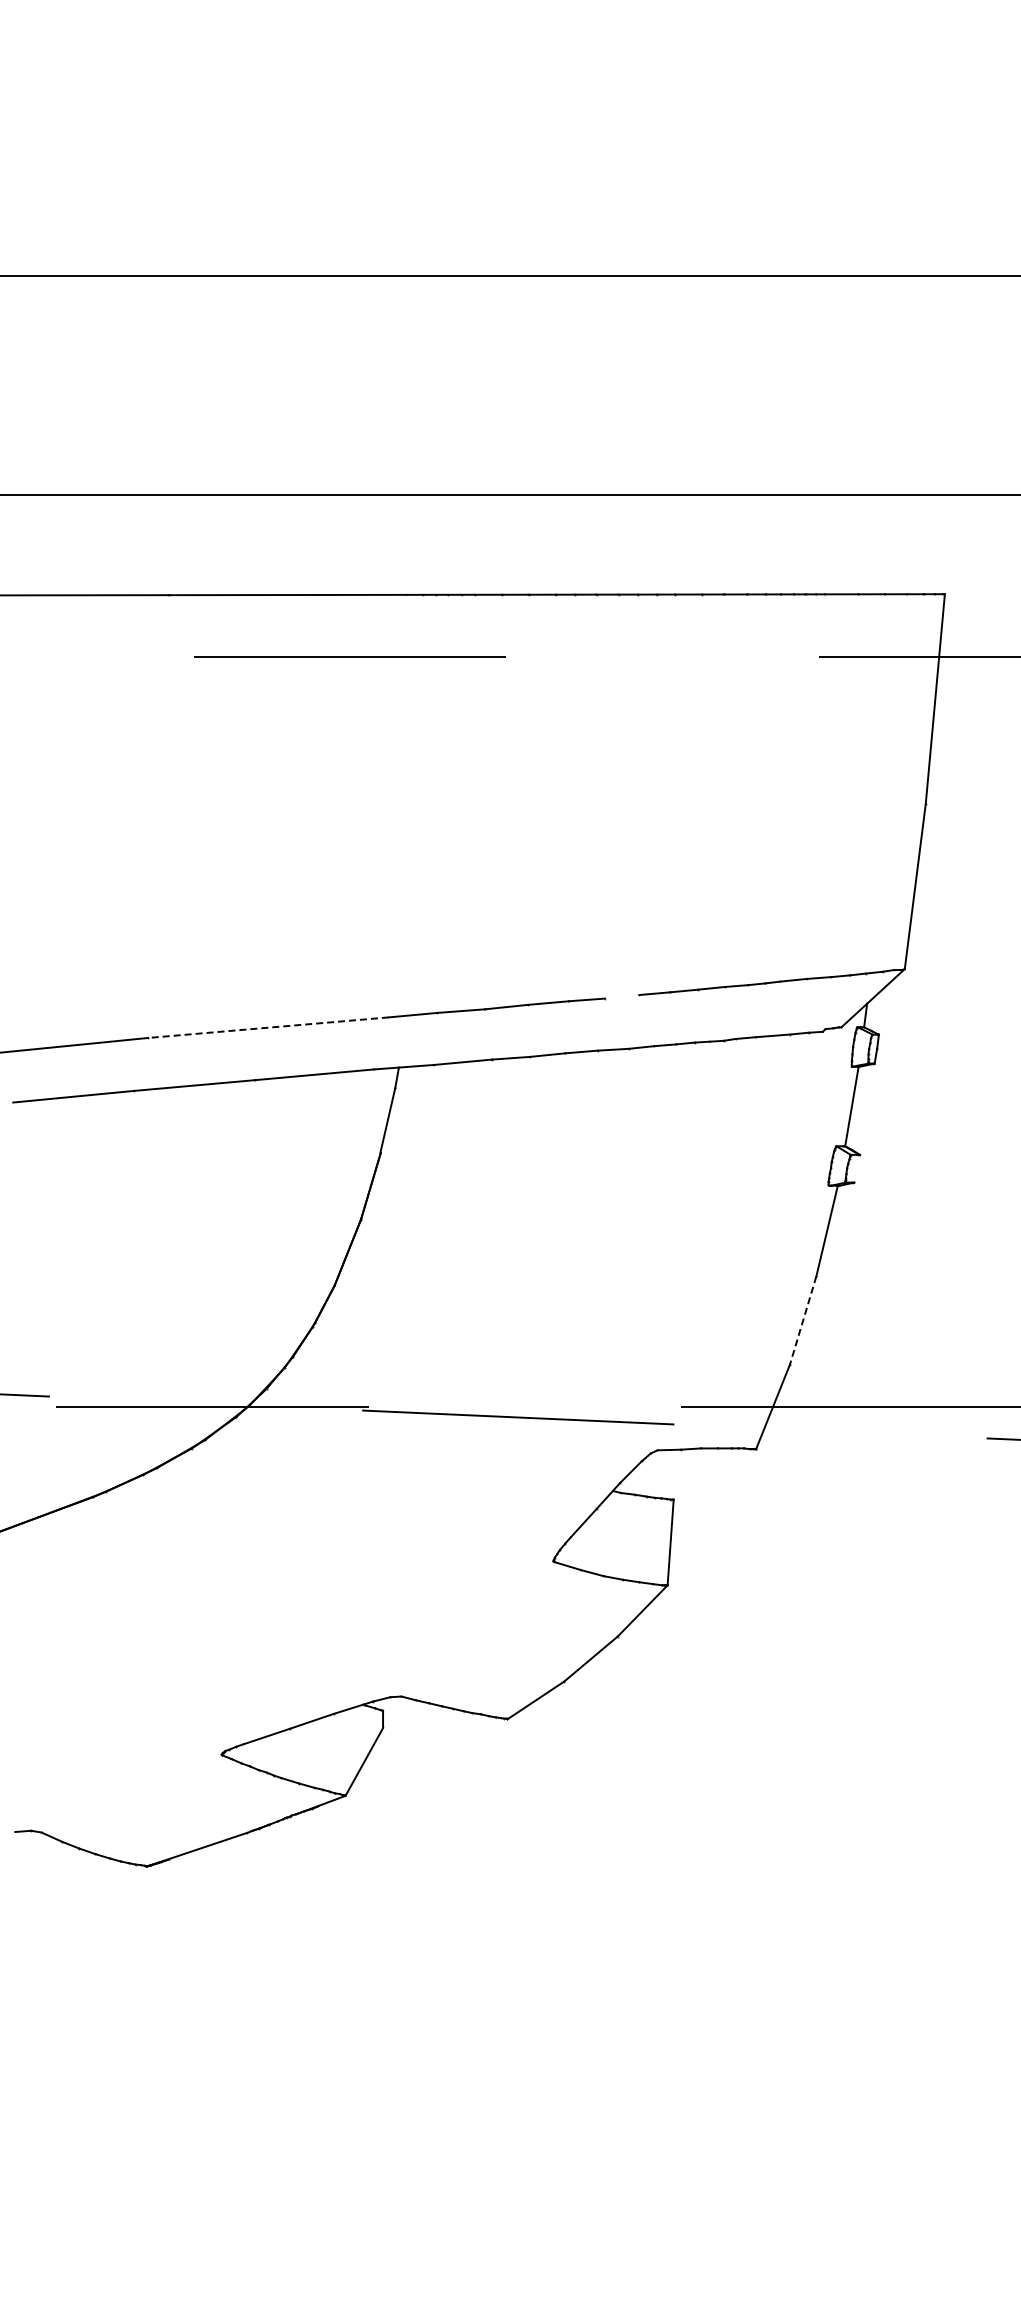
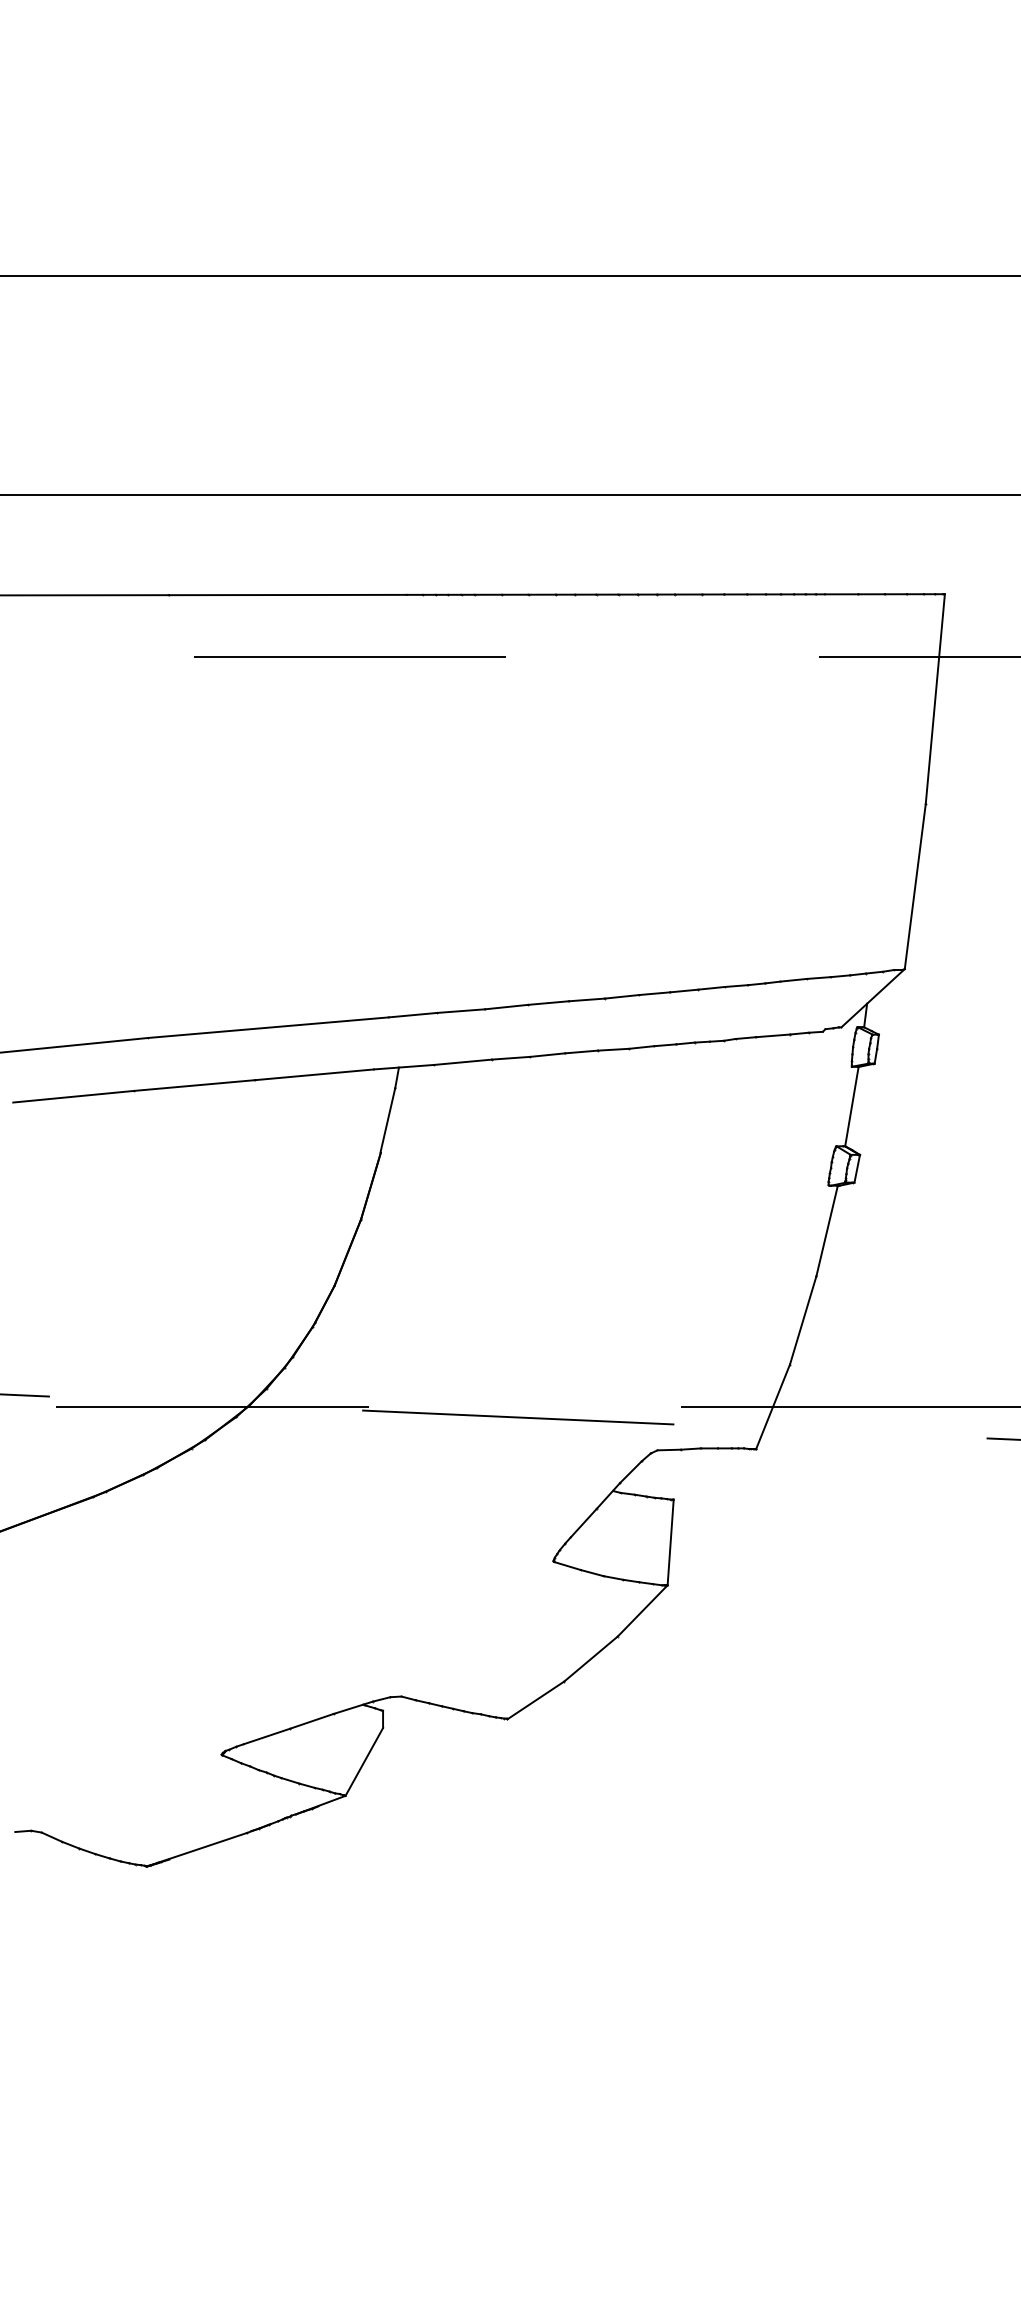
line at (621, 996): none -> present
line at (268, 1027): dashed -> solid
line at (857, 1168): none -> present
line at (803, 1320): dashed -> solid
